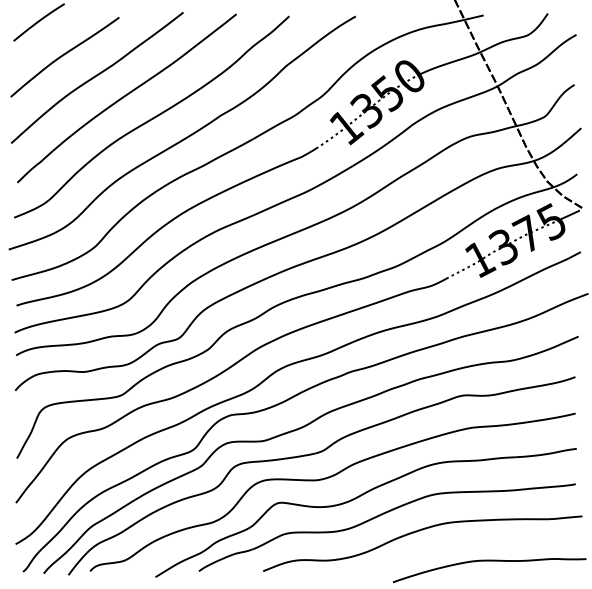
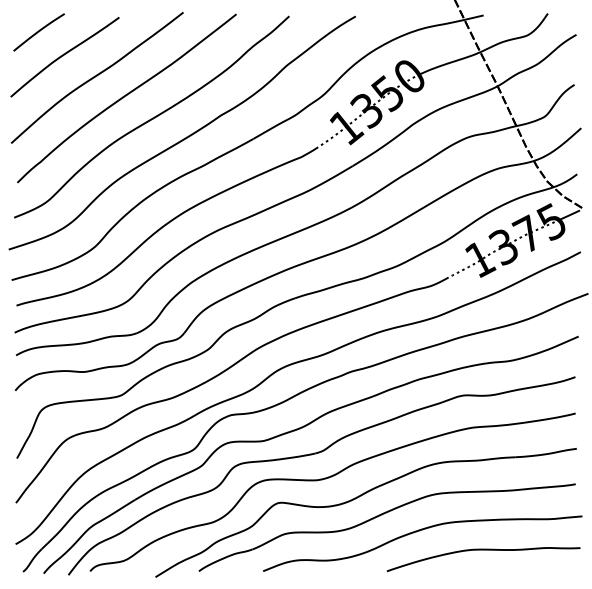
curve at (38, 22) position: (38, 22) -> (38, 32)
curve at (489, 561) position: (489, 561) -> (483, 550)
